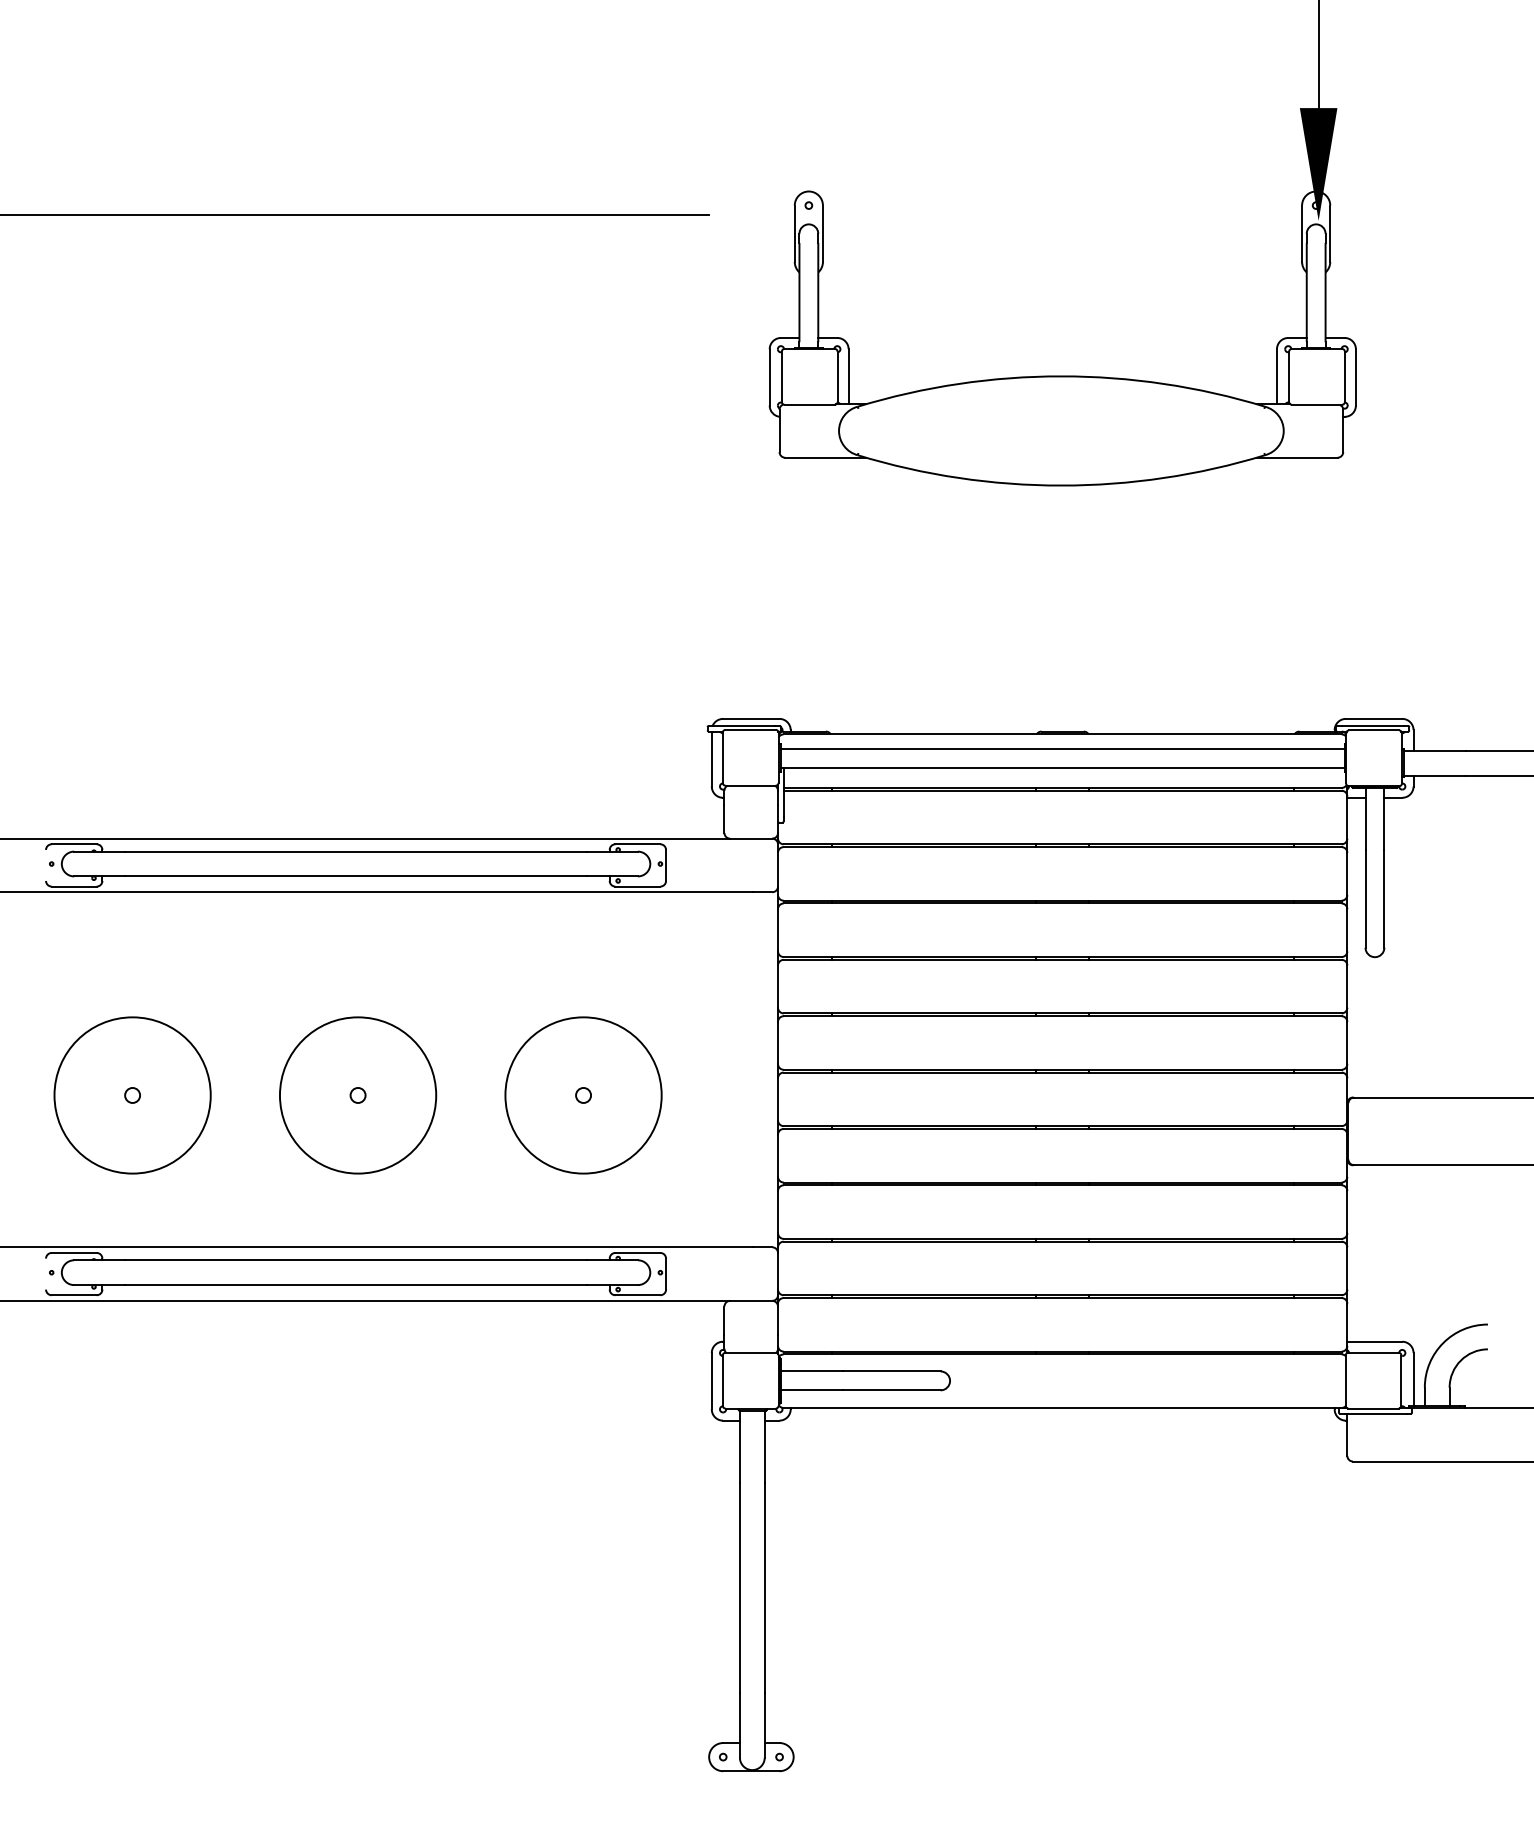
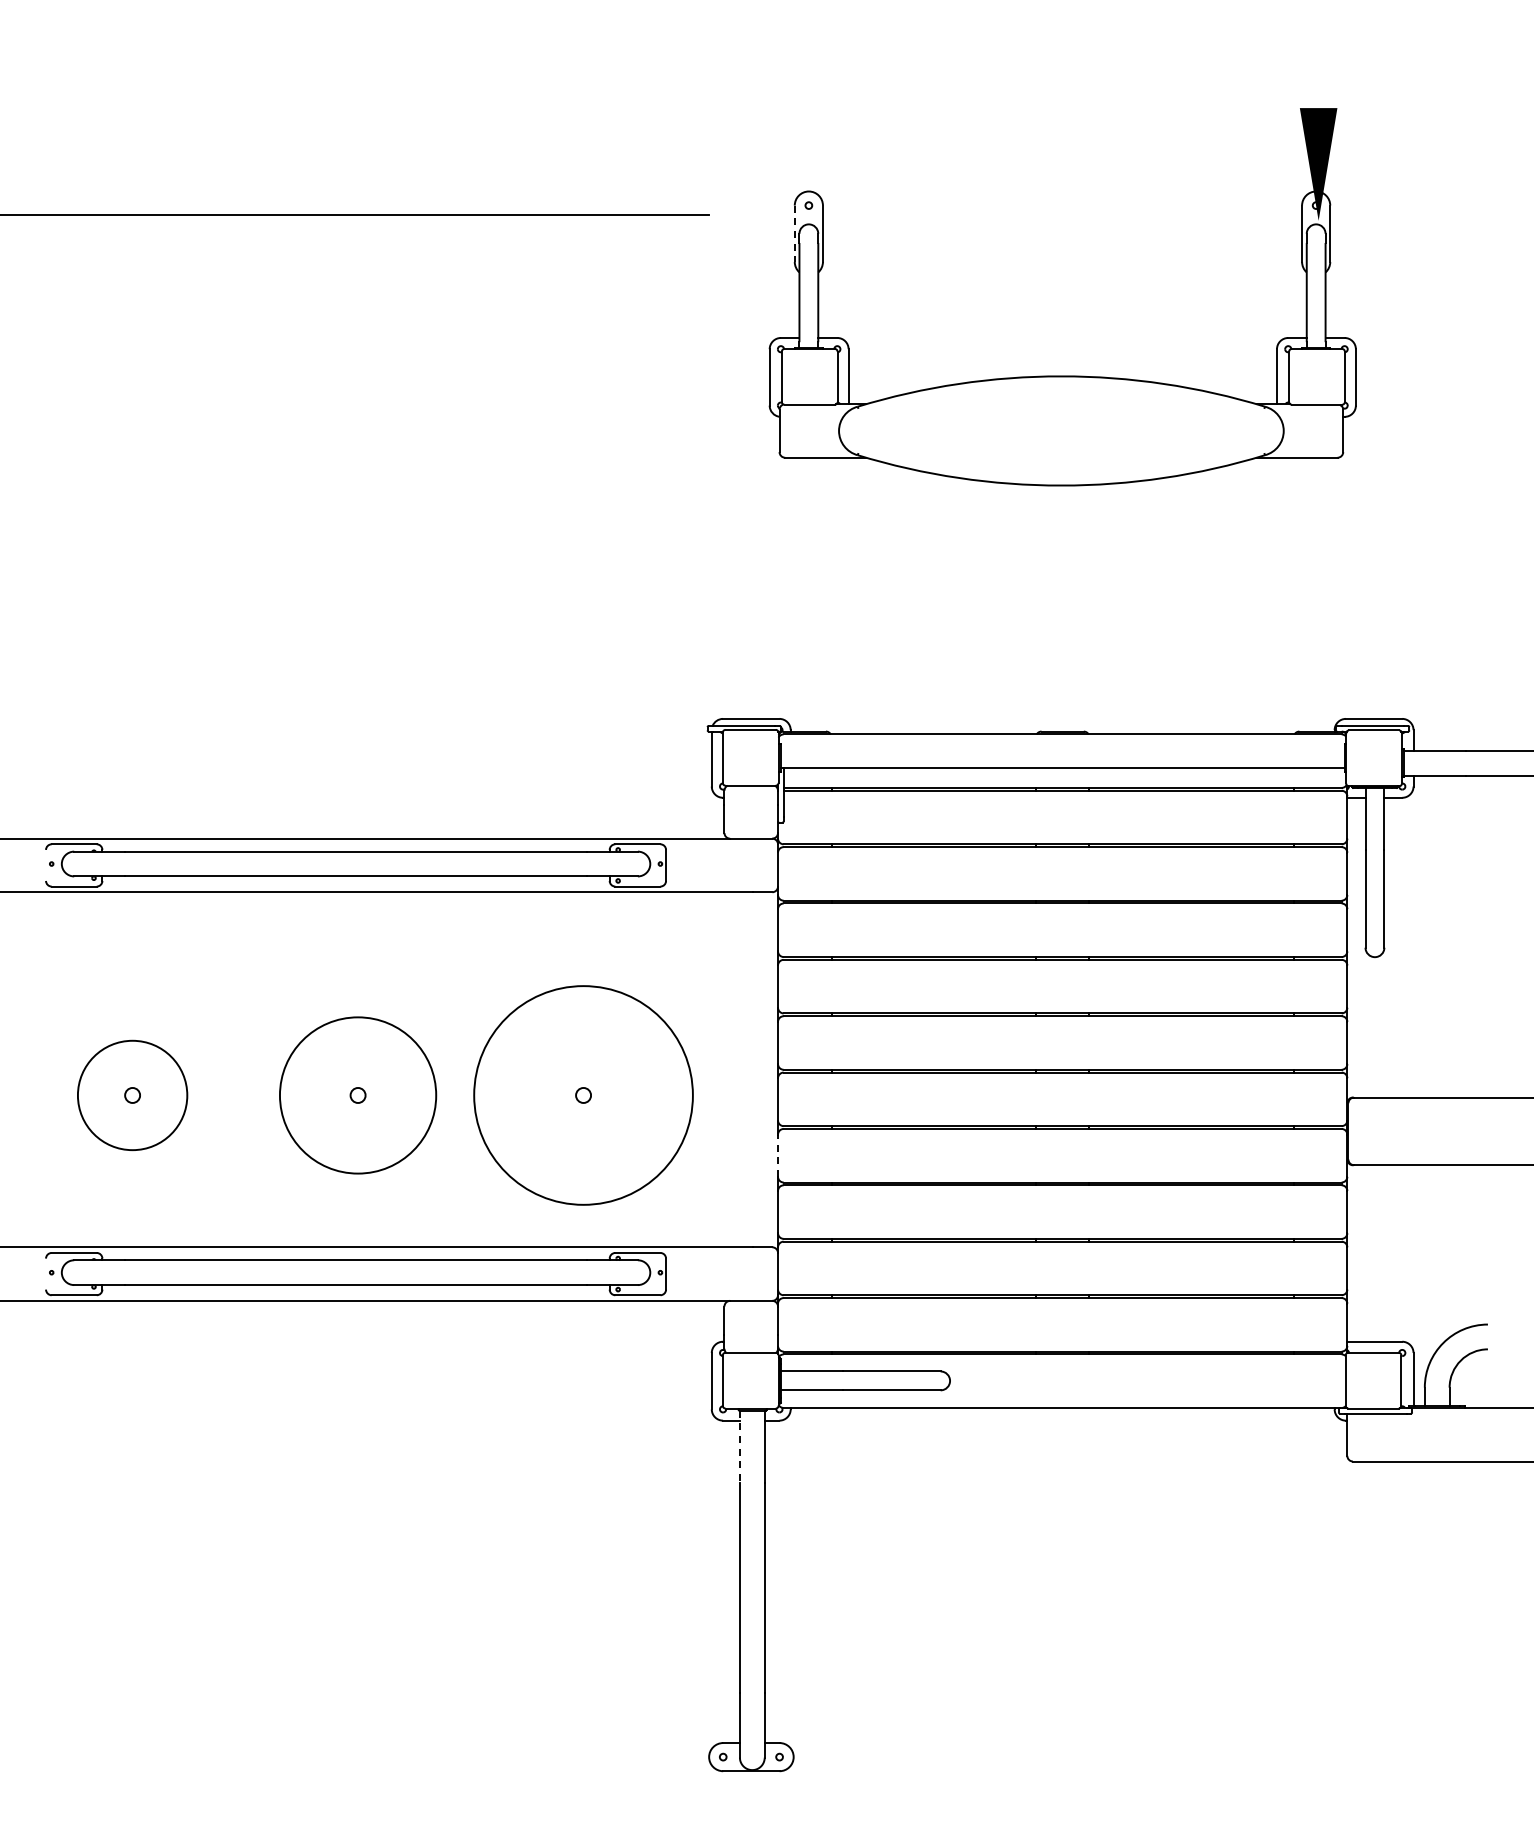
line at (1318, 55): present -> none
line at (794, 234): solid -> dashed
line at (1062, 748): present -> none
circle at (132, 1095) diameter: 156 px -> 109 px
circle at (583, 1095) diameter: 156 px -> 219 px
line at (778, 1155): solid -> dashed
line at (739, 1447): solid -> dashed
